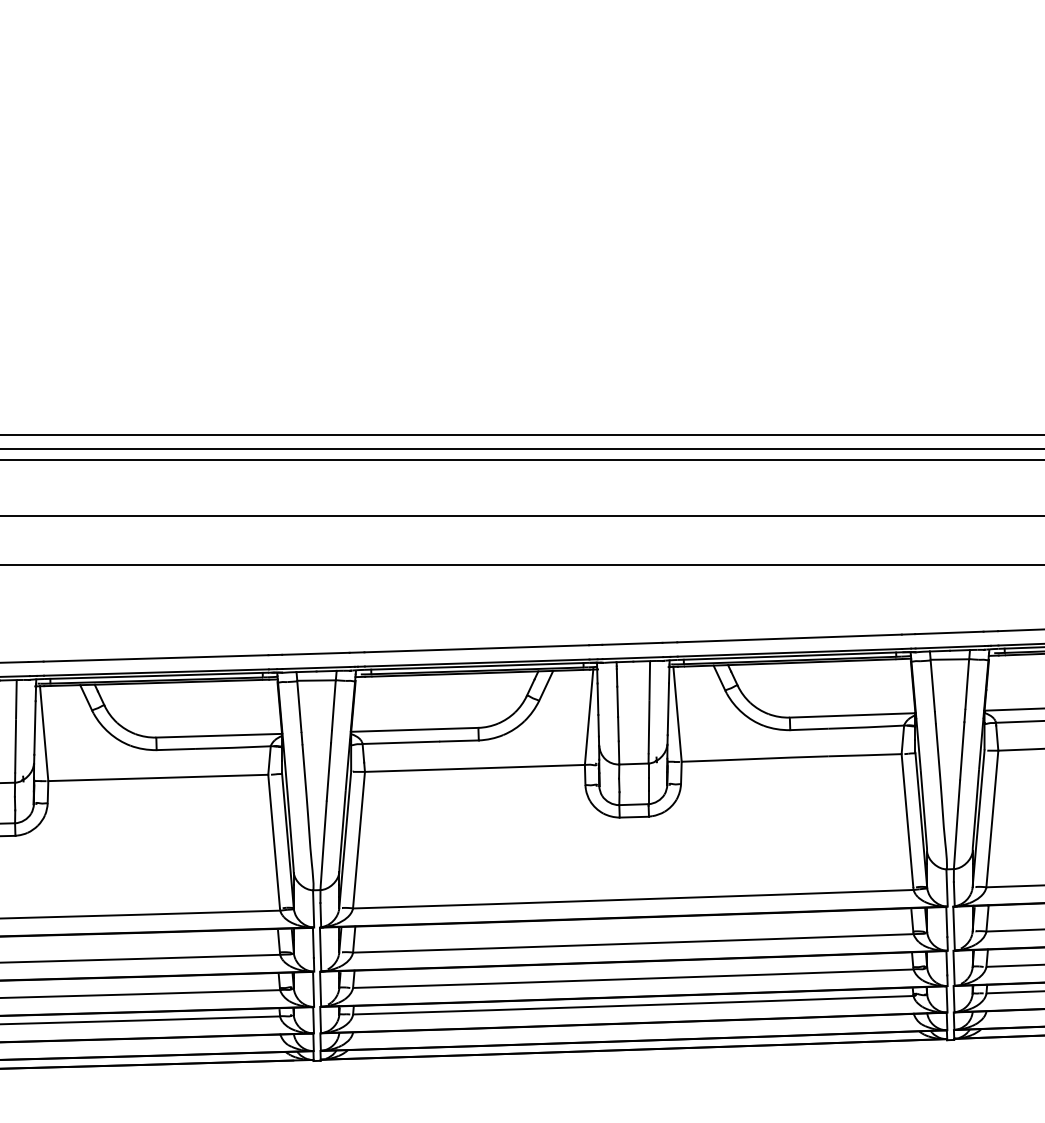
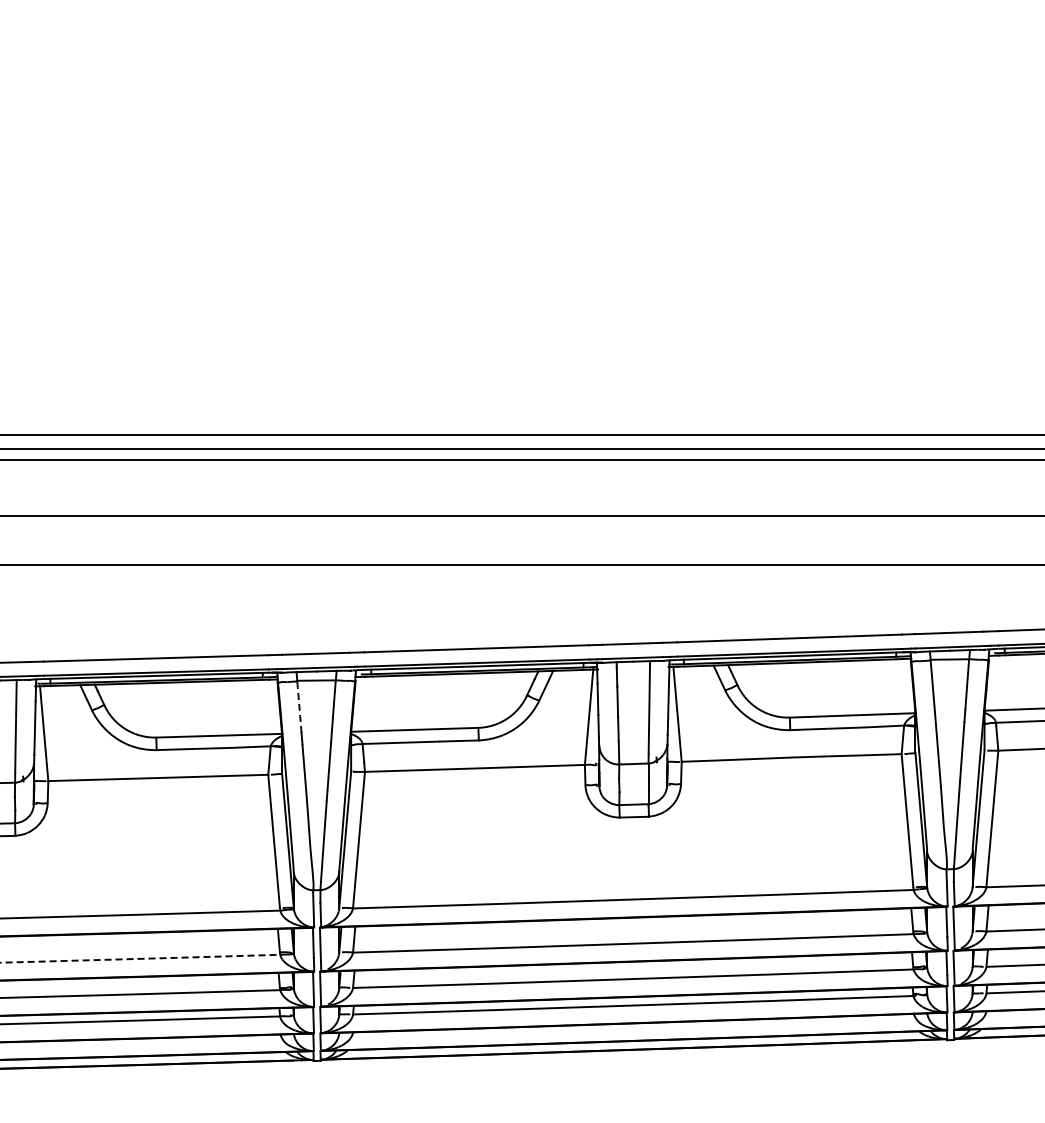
arc at (299, 707): solid -> dashed
arc at (140, 958): solid -> dashed
